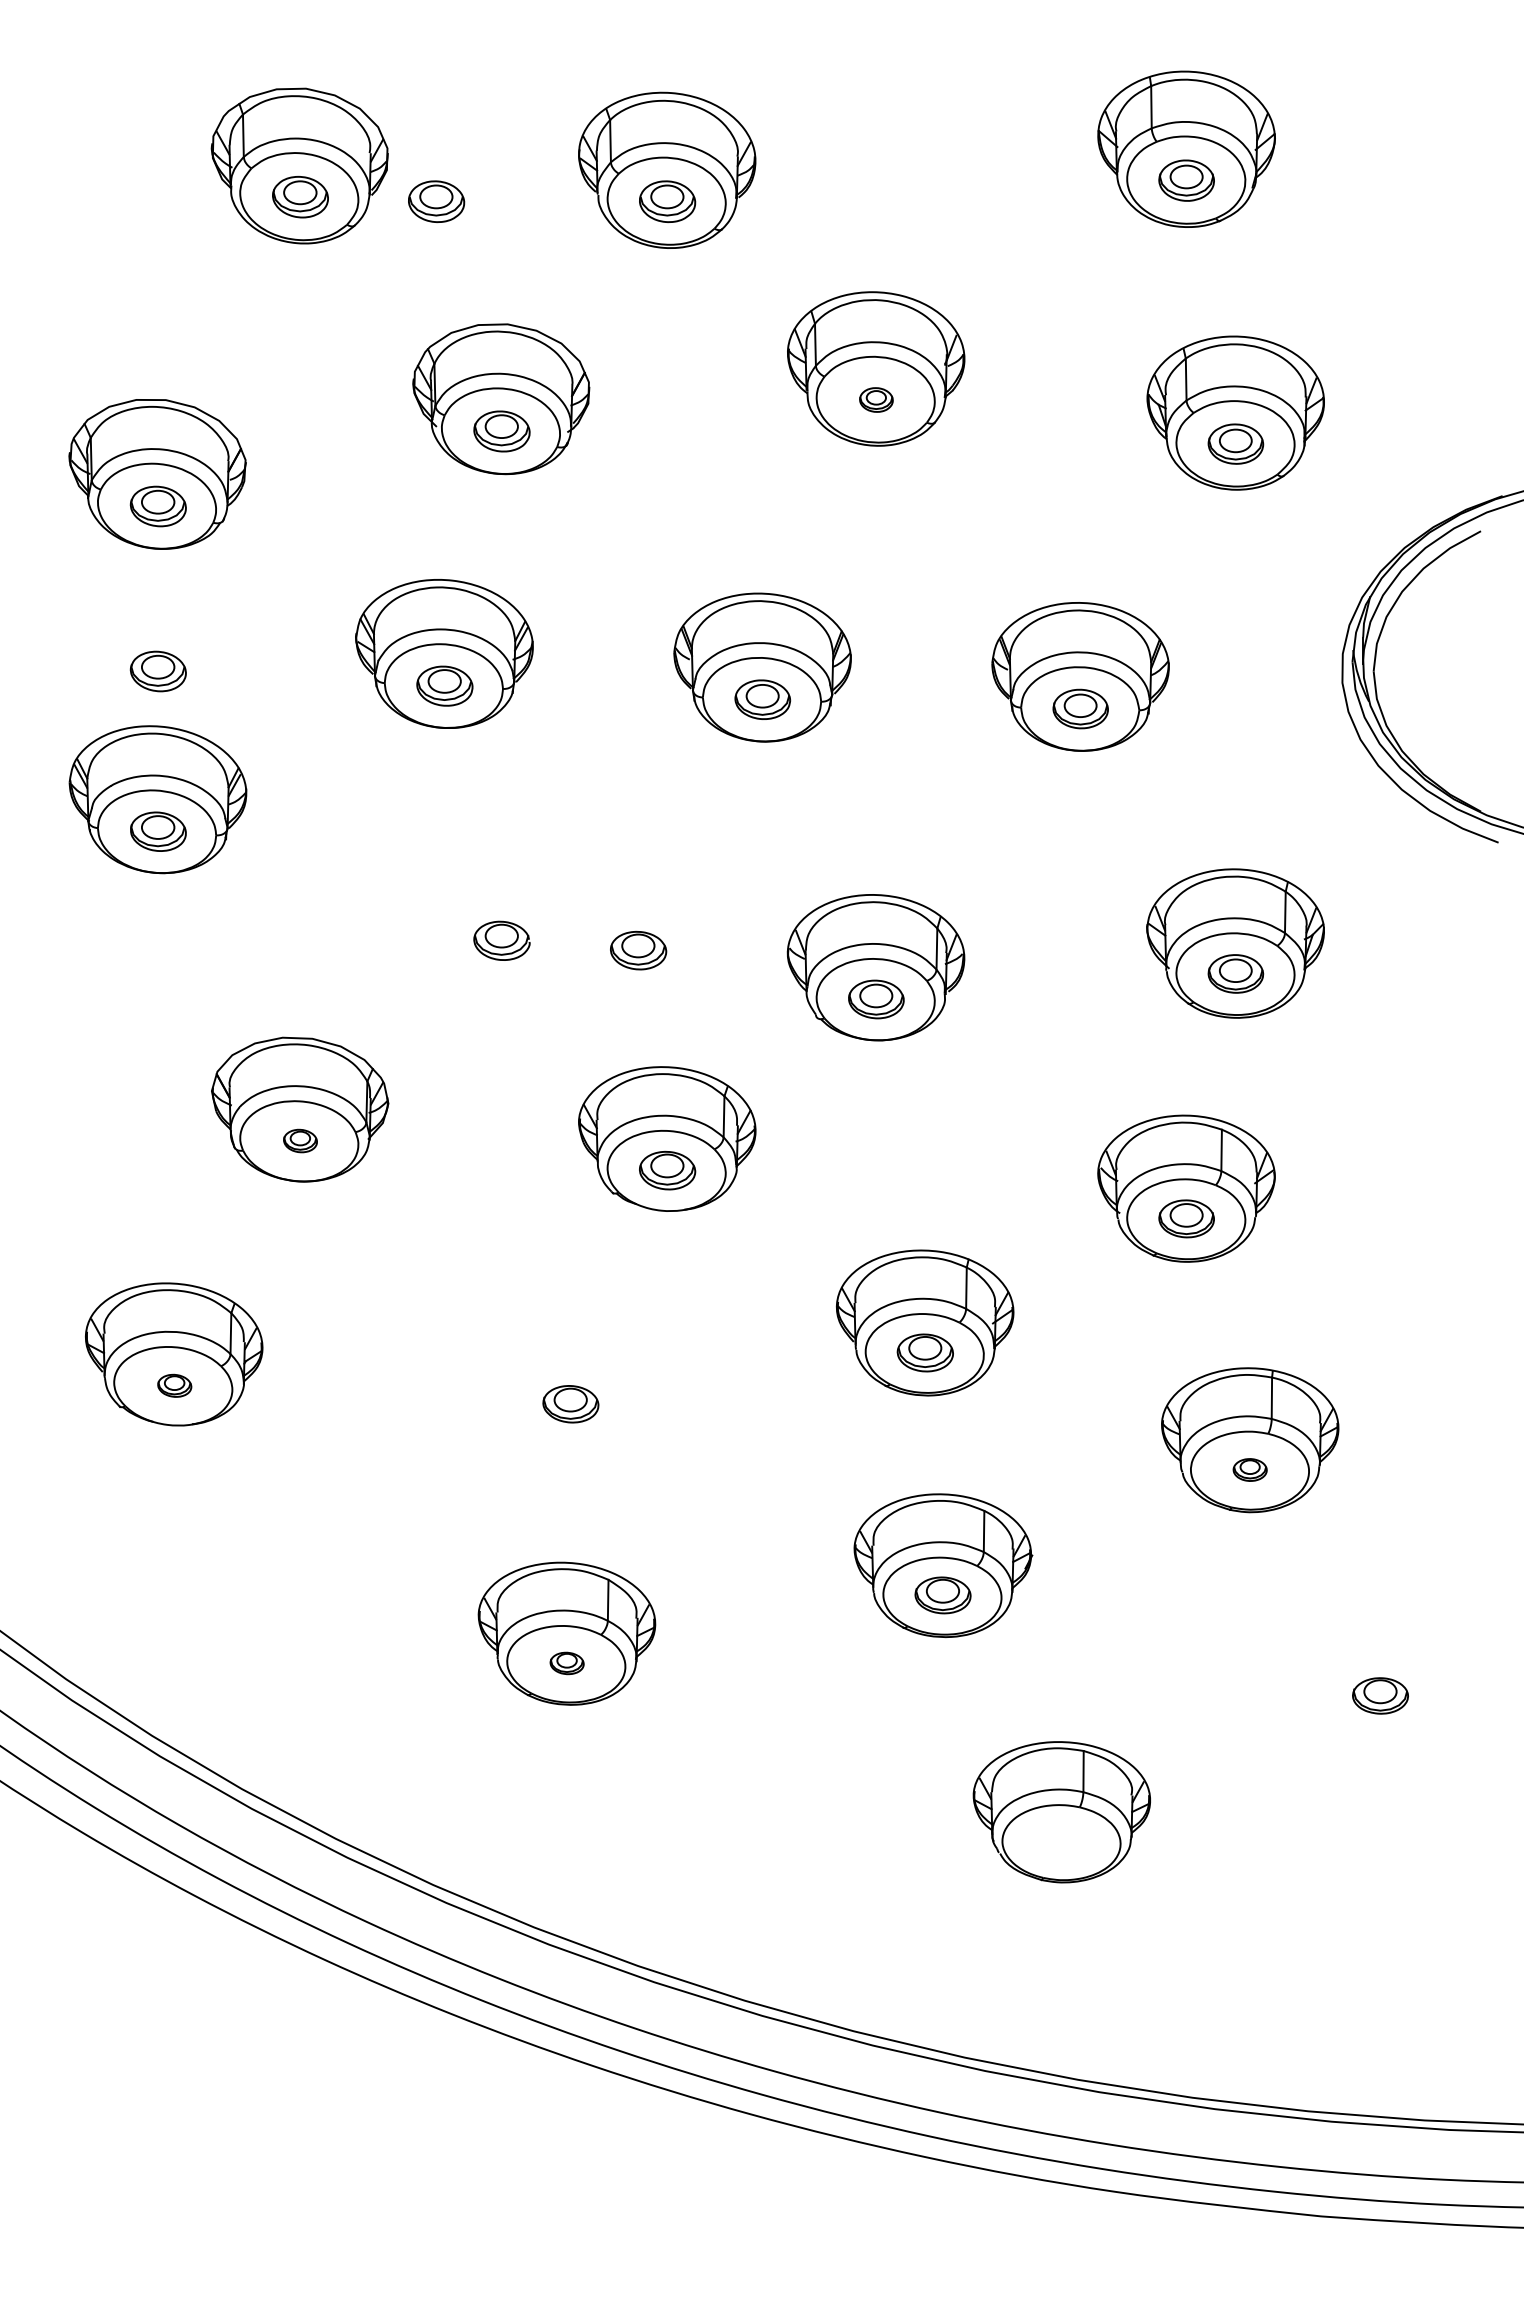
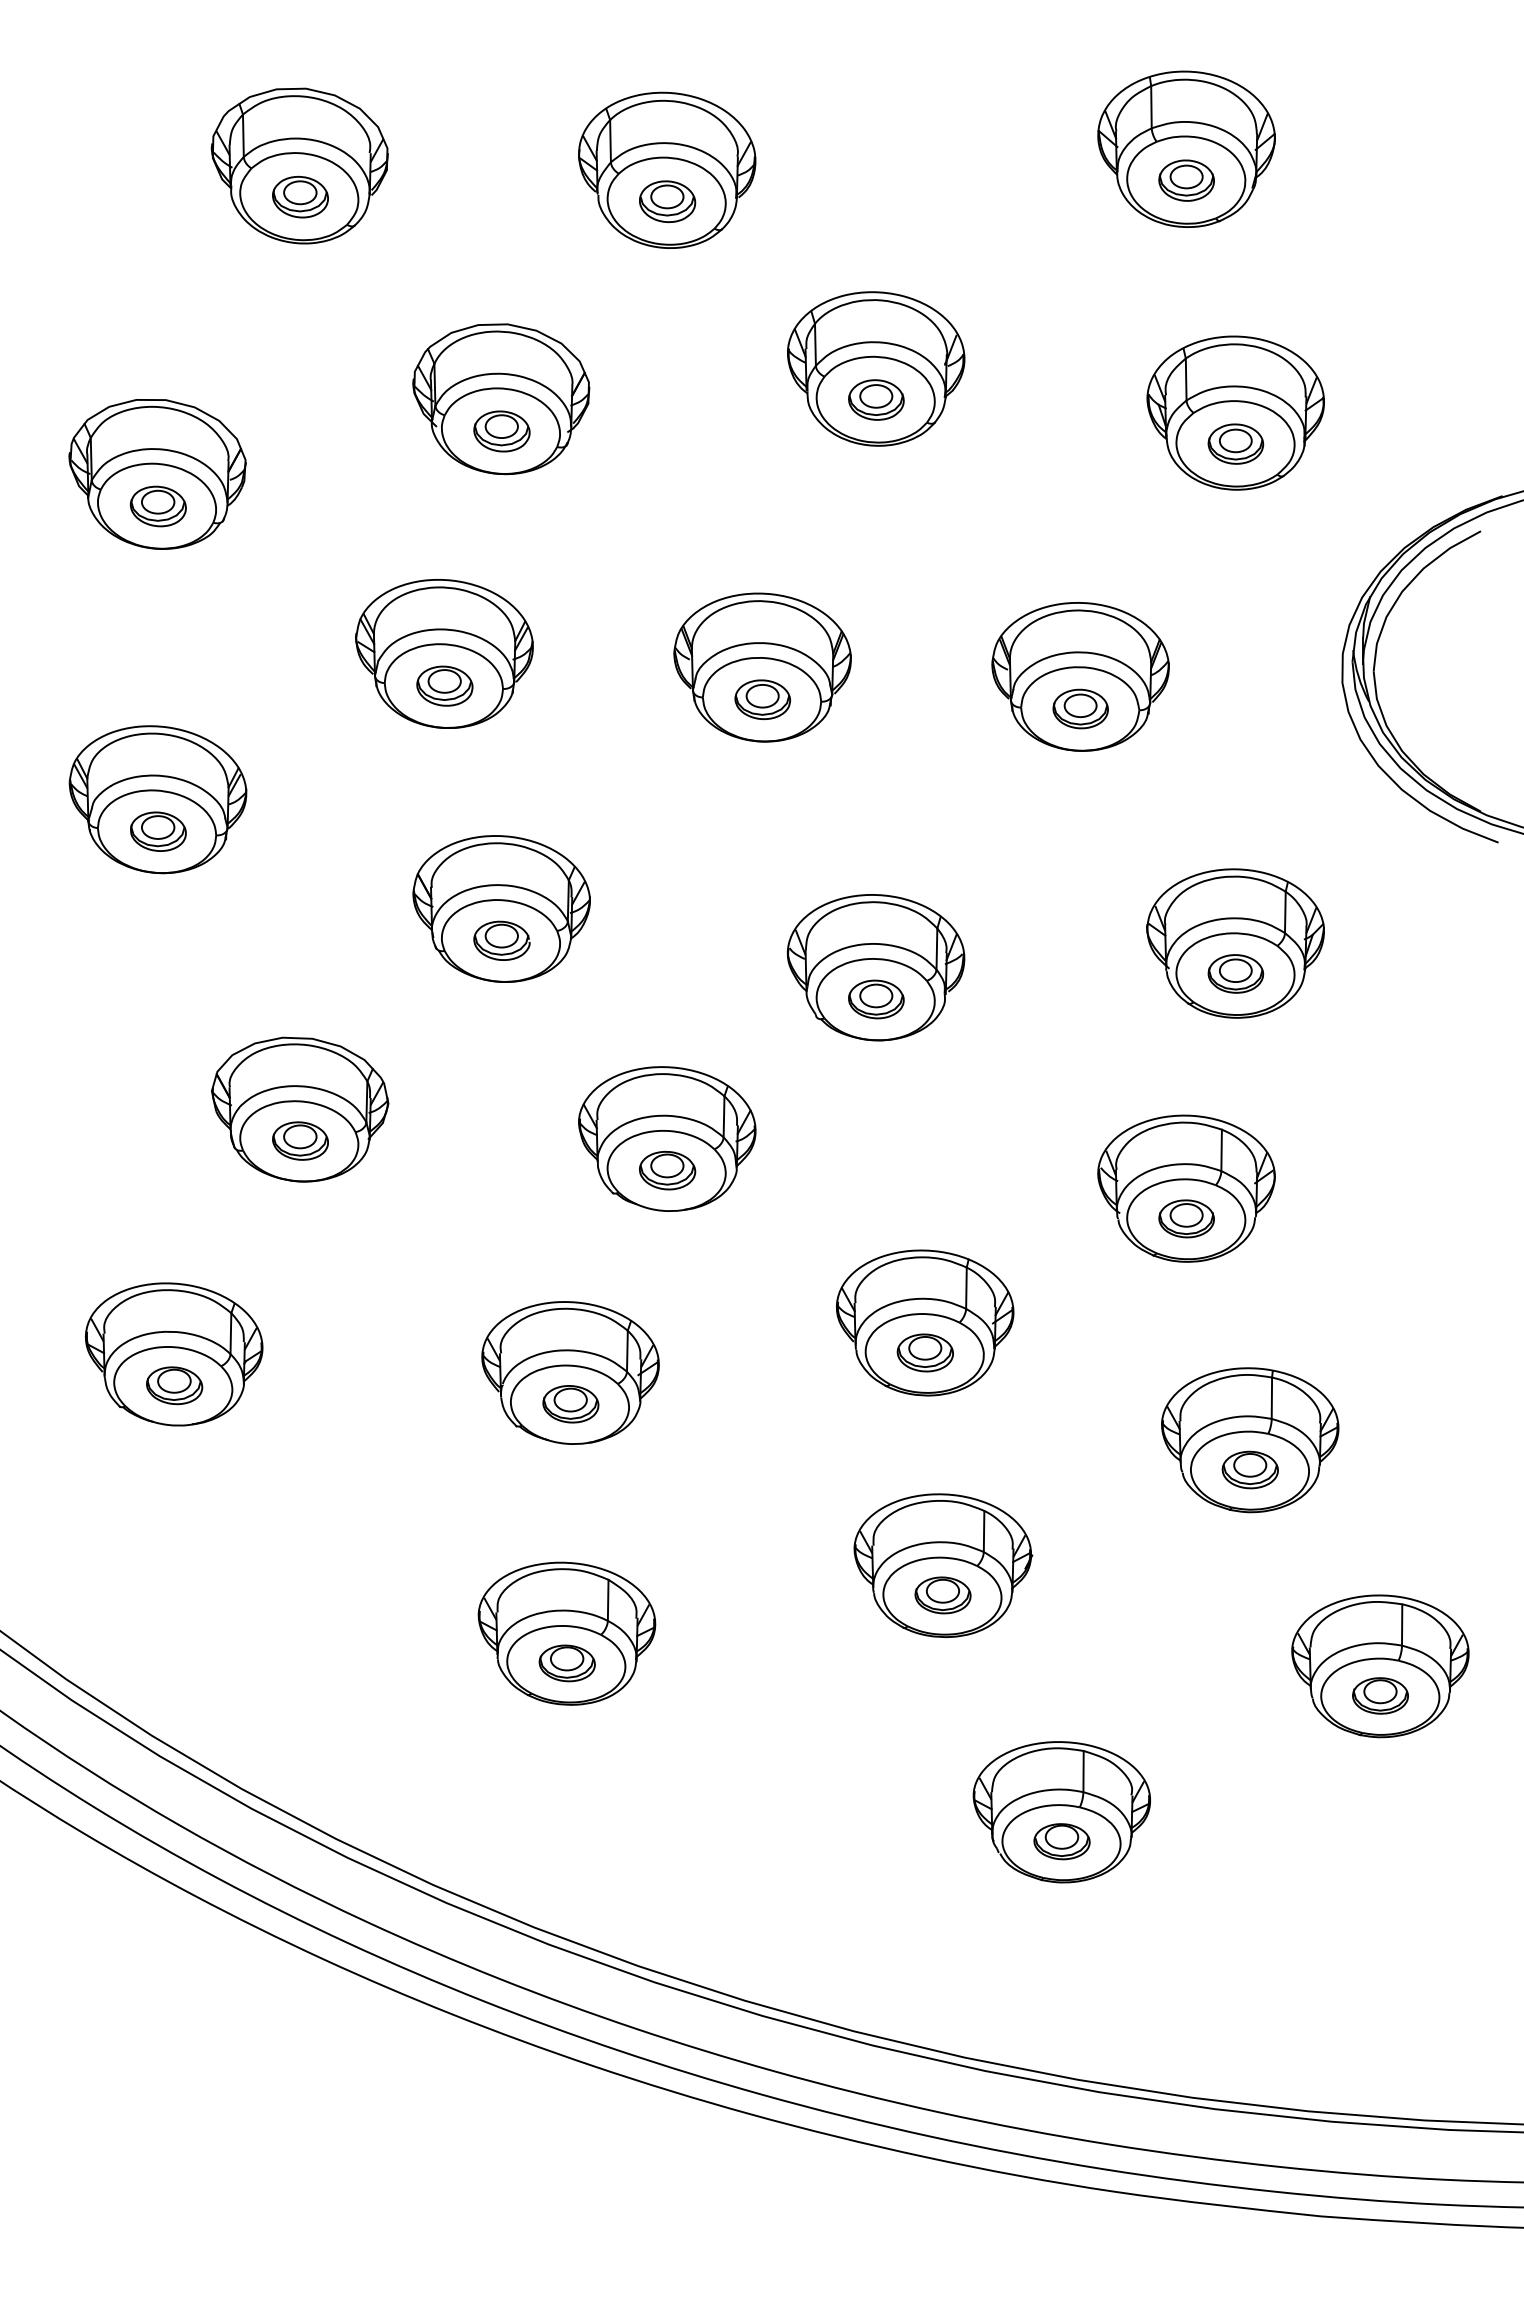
part at (436, 201): present -> none
part at (876, 399) size: 35x26 px -> 57x42 px
part at (157, 671): present -> none
part at (501, 908): none -> present
part at (638, 950): present -> none
part at (300, 1140) size: 35x26 px -> 57x40 px
part at (570, 1372): none -> present
part at (174, 1385) size: 36x25 px -> 58x40 px
part at (1249, 1469) size: 36x24 px -> 58x40 px
part at (566, 1663) size: 36x25 px -> 58x39 px
part at (1380, 1666): none -> present
part at (1061, 1841): none -> present
